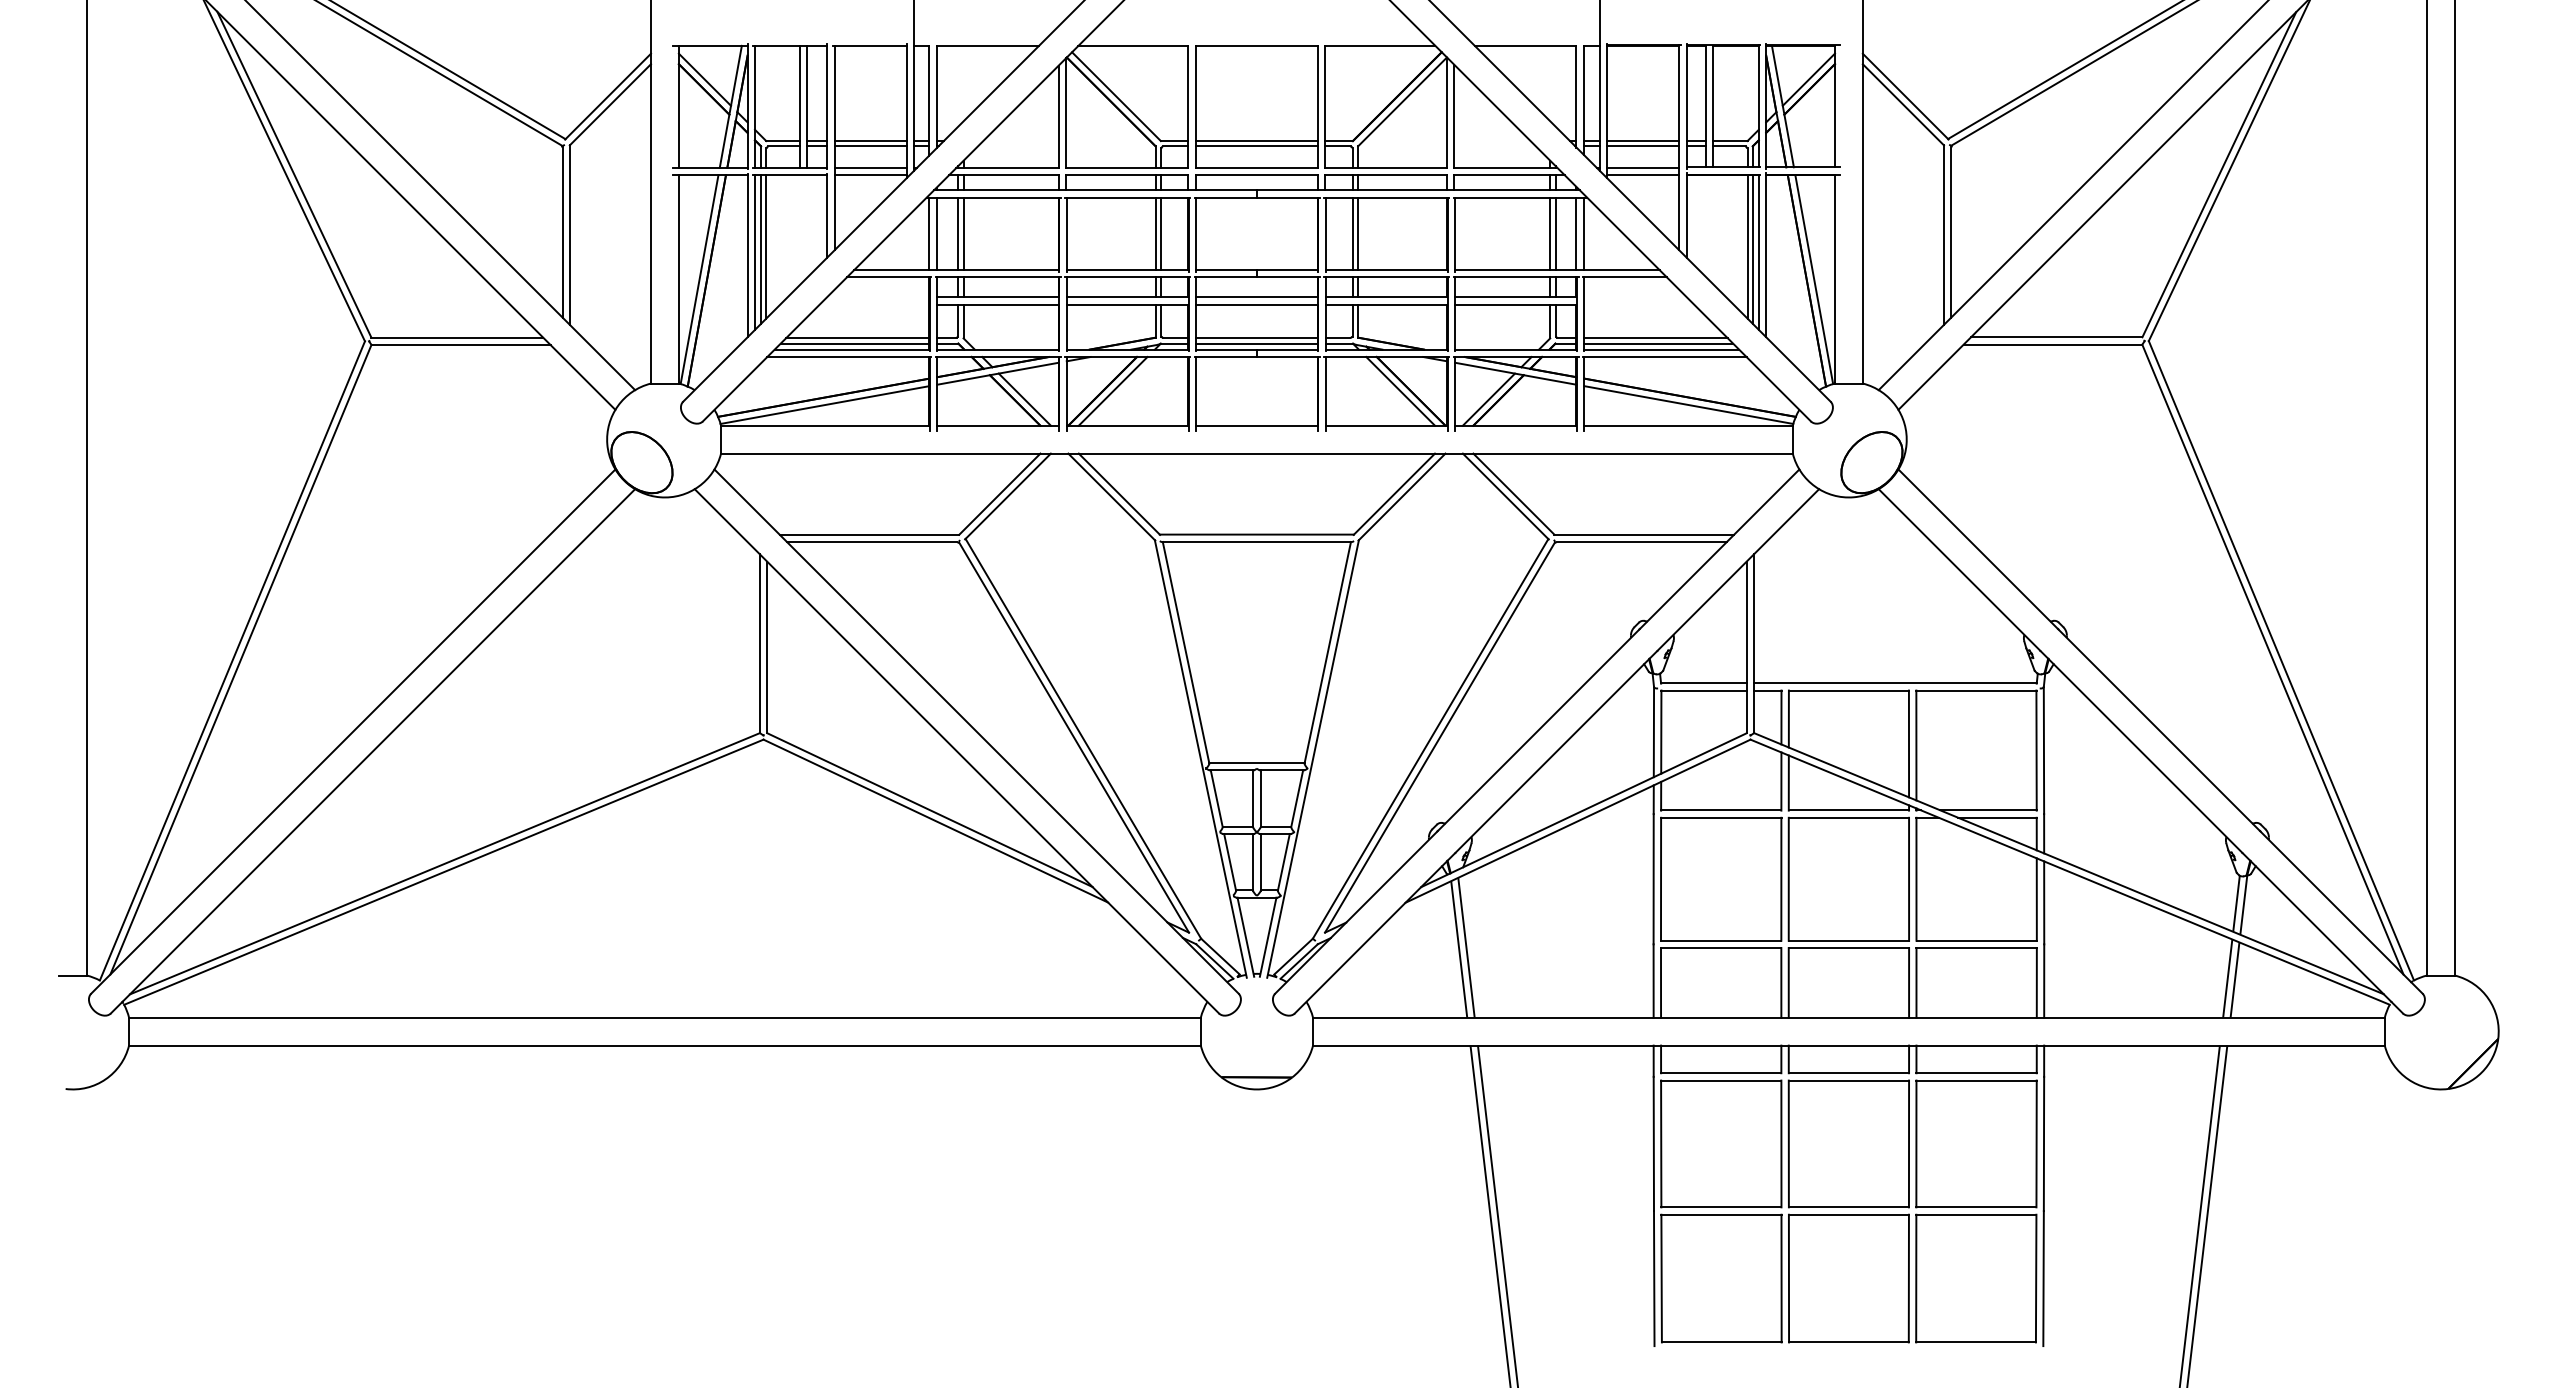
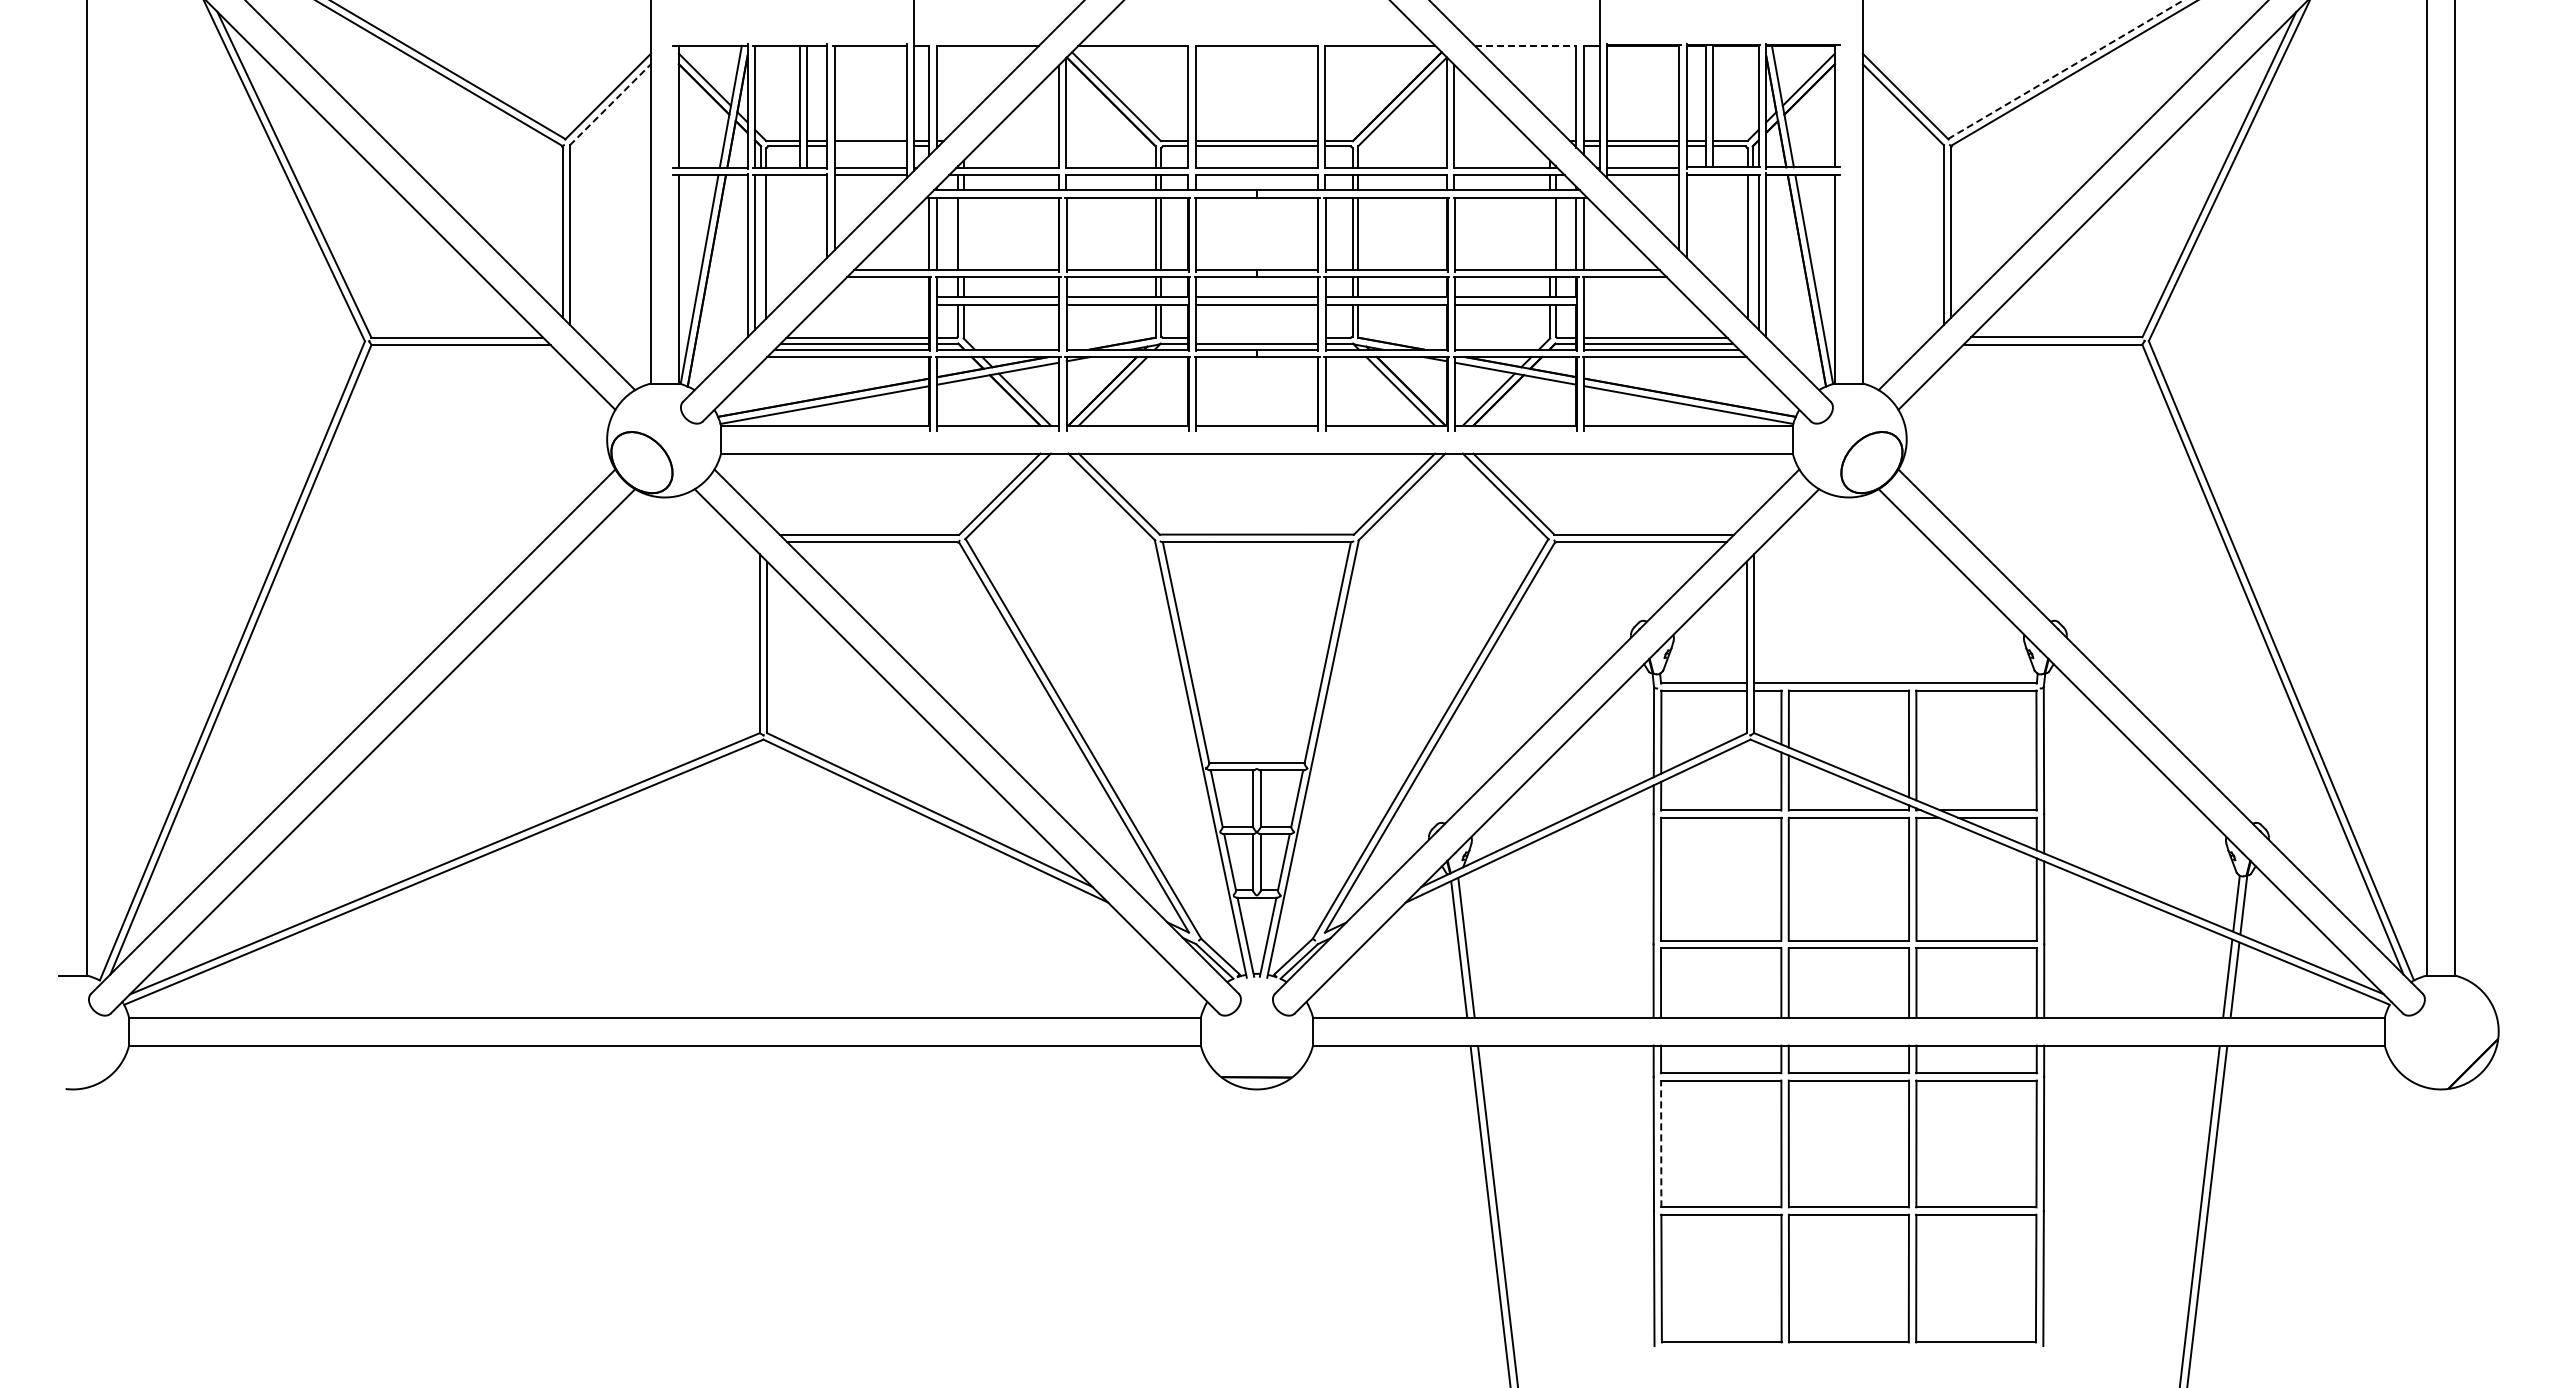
line at (1525, 45): solid -> dashed
line at (2065, 69): solid -> dashed
line at (610, 104): solid -> dashed
line at (870, 146): present -> none
line at (963, 233): present -> none
line at (1550, 233): present -> none
line at (761, 249): present -> none
line at (1752, 249): present -> none
line at (1256, 338): present -> none
line at (1661, 1143): solid -> dashed
